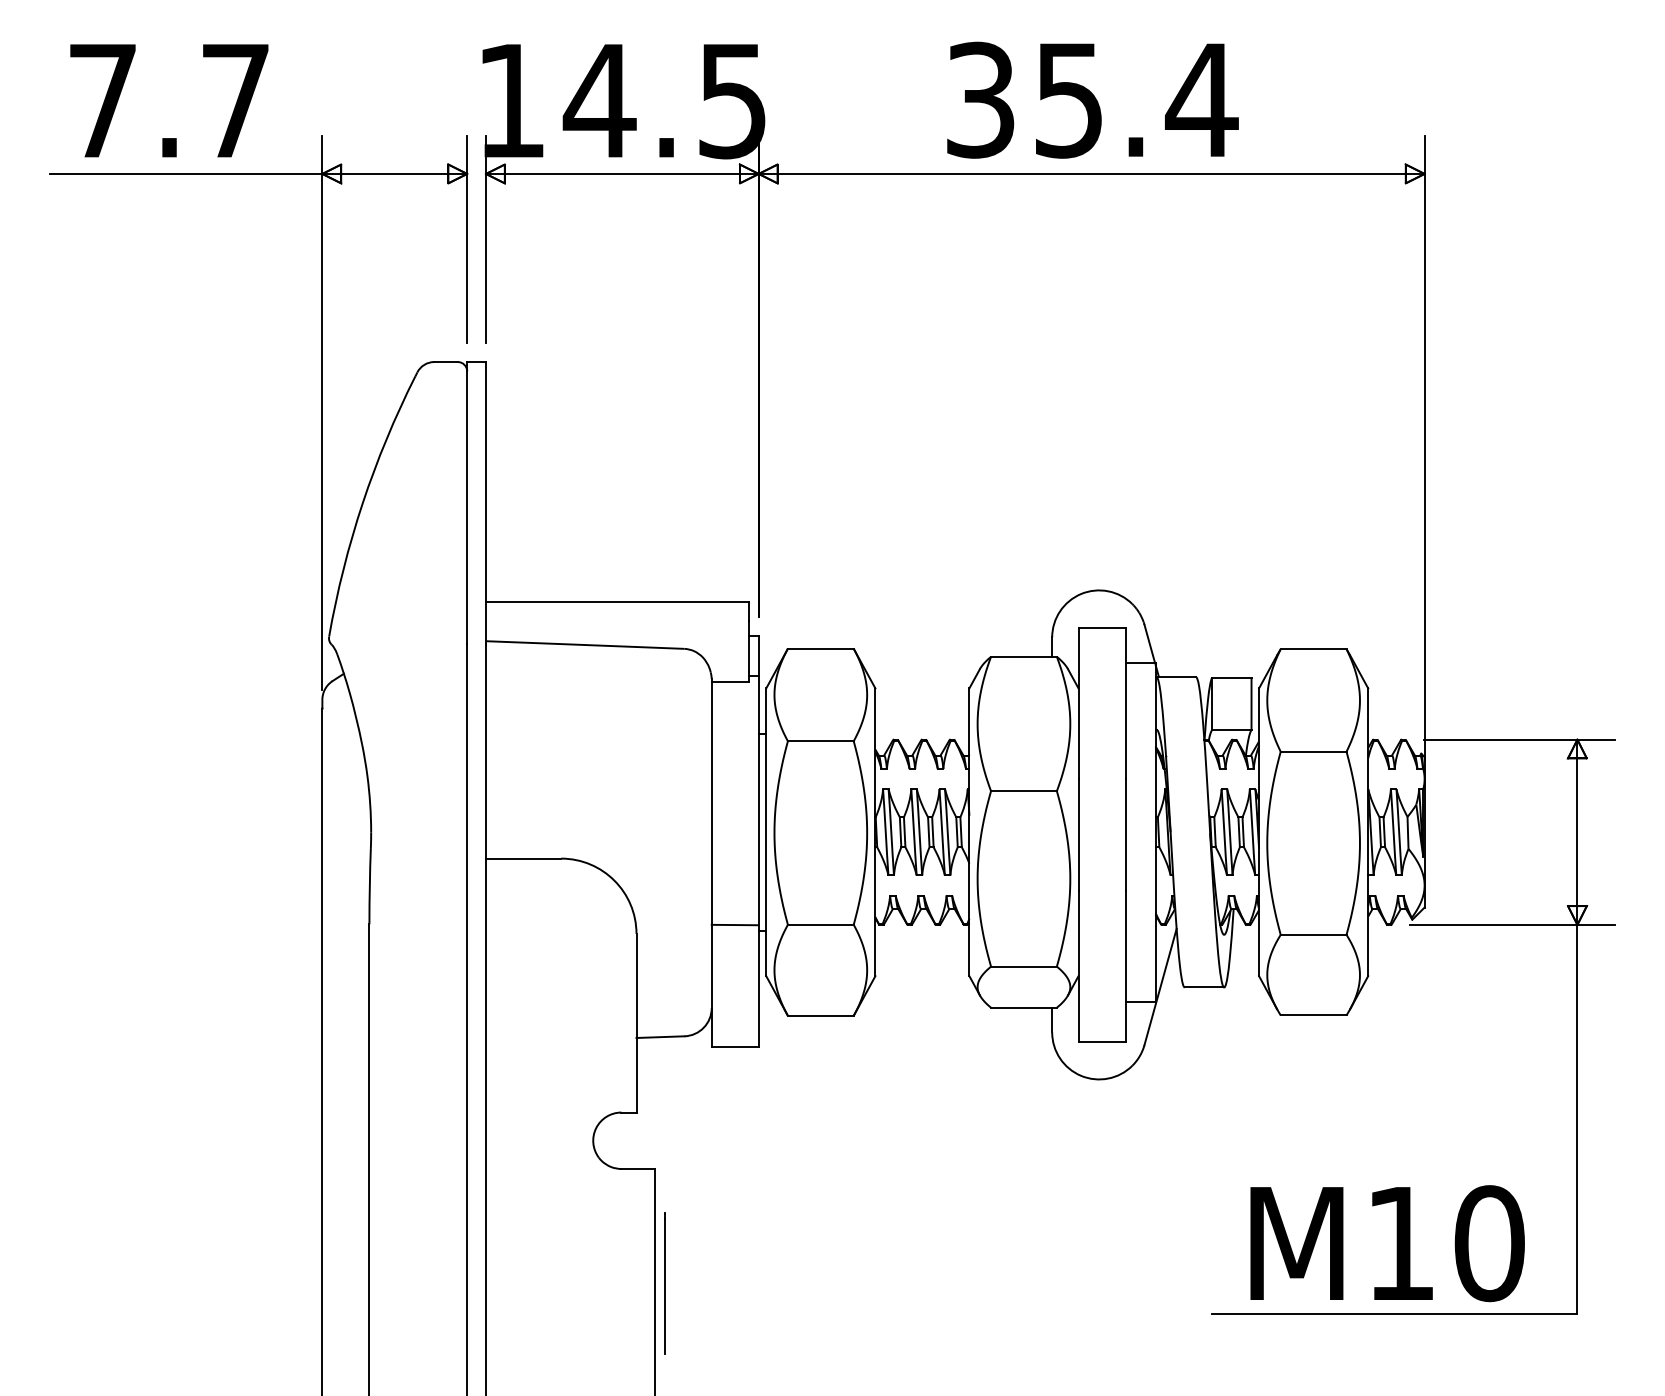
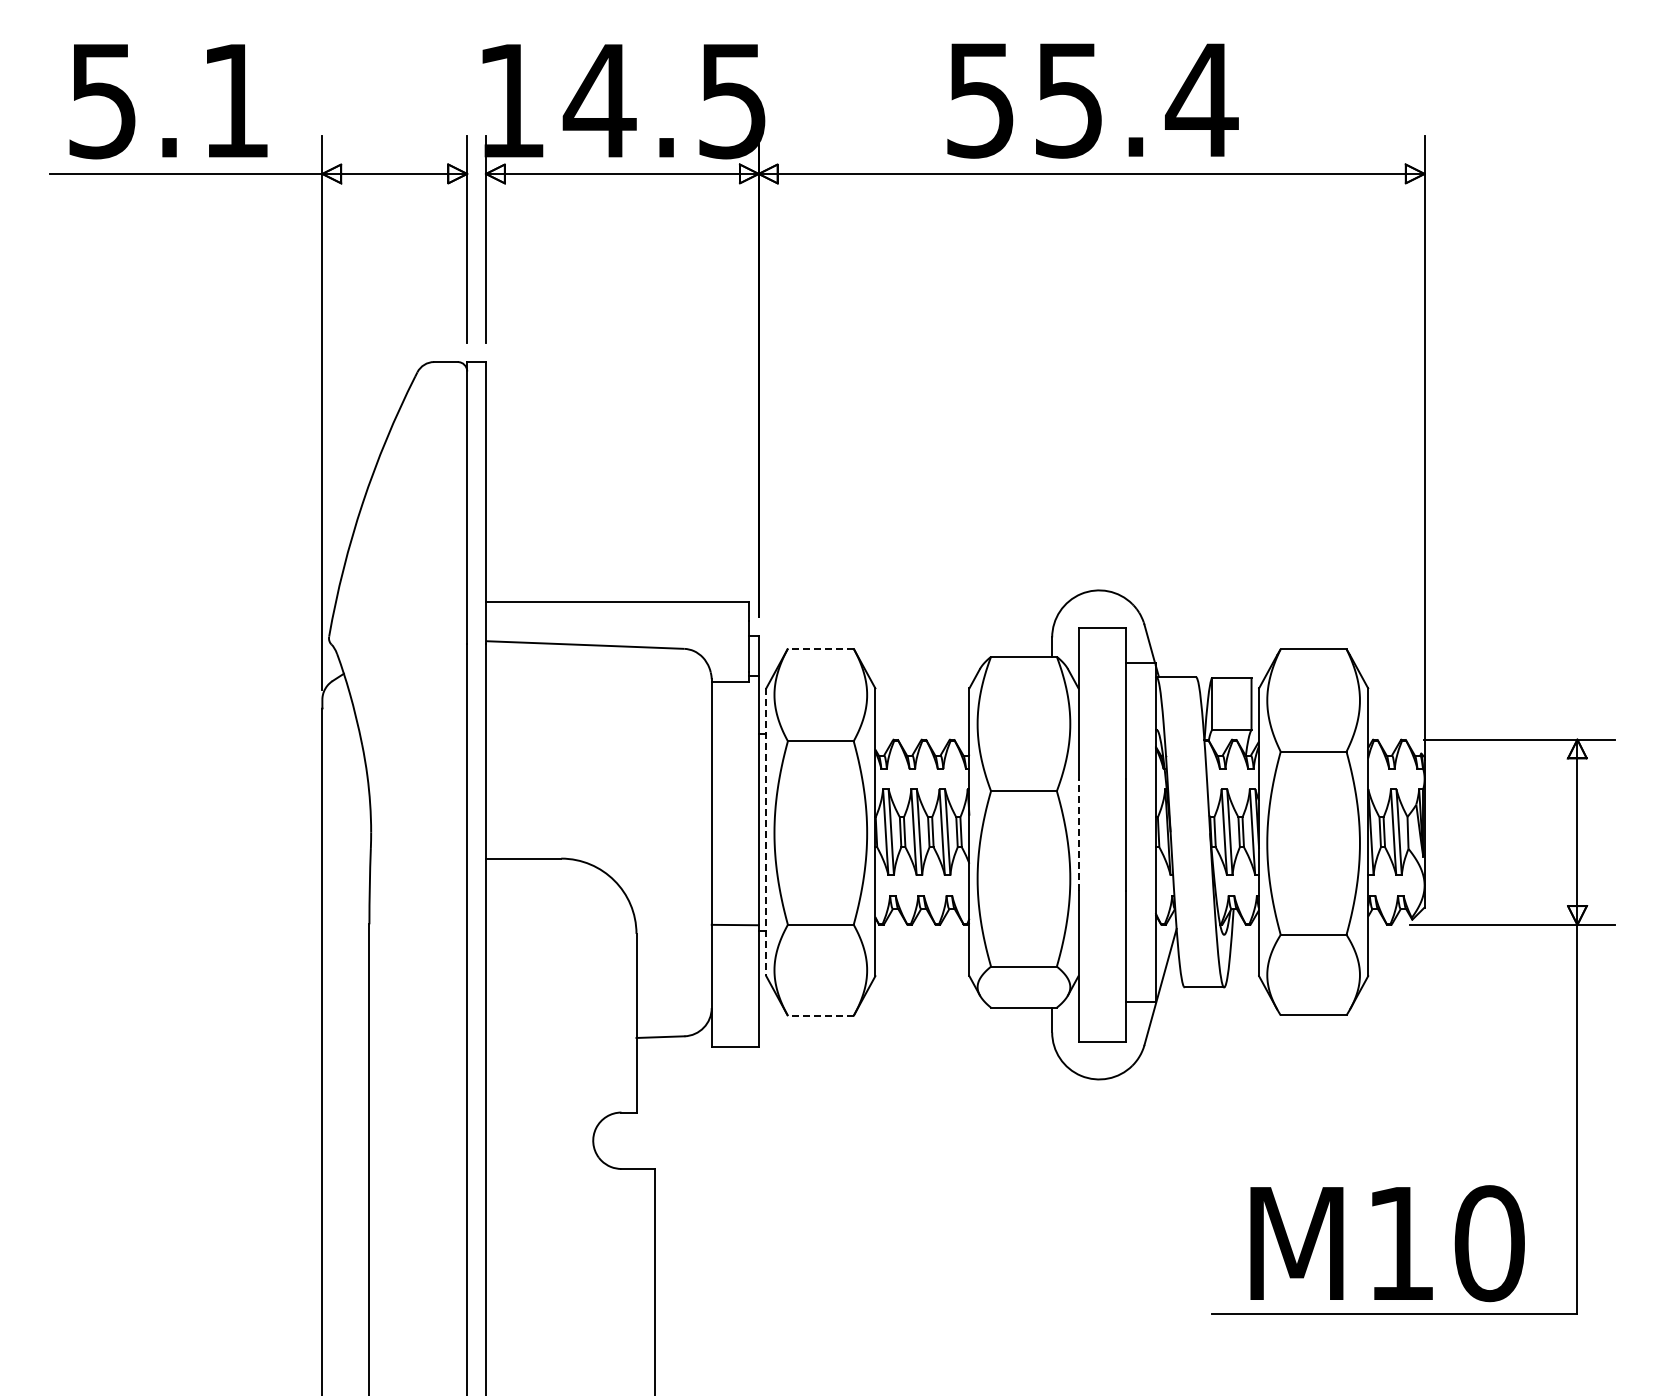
text at (980, 99): 35.4 -> 55.4
text at (168, 101): 7.7 -> 5.1
line at (820, 648): solid -> dashed
line at (766, 832): solid -> dashed
line at (1078, 834): solid -> dashed
line at (820, 1015): solid -> dashed
line at (664, 1283): present -> none
